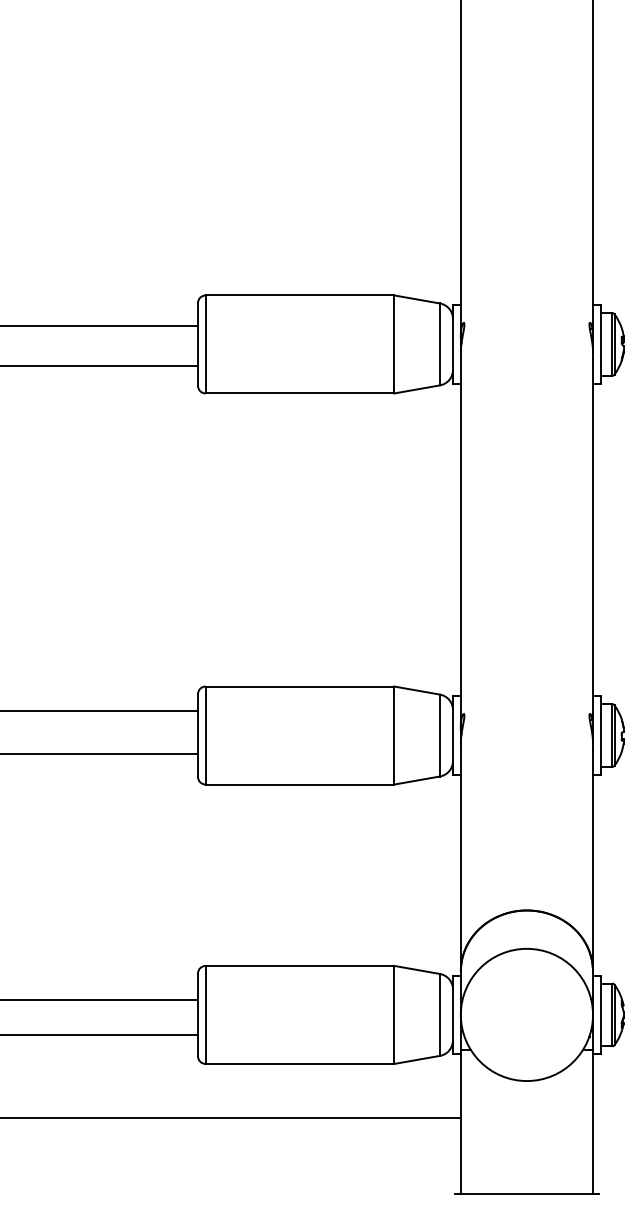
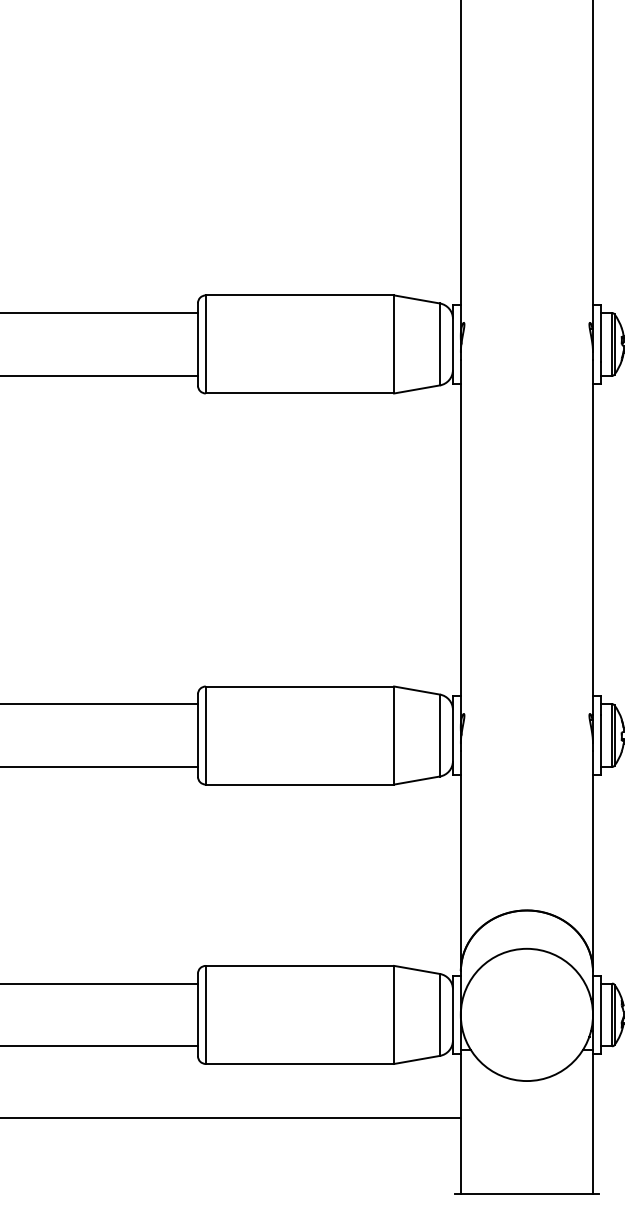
line at (99, 326) position: (99, 326) -> (99, 313)
line at (99, 365) position: (99, 365) -> (99, 375)
line at (99, 711) position: (99, 711) -> (99, 704)
line at (99, 753) position: (99, 753) -> (99, 766)
line at (99, 999) position: (99, 999) -> (99, 983)
line at (99, 1035) position: (99, 1035) -> (99, 1046)
